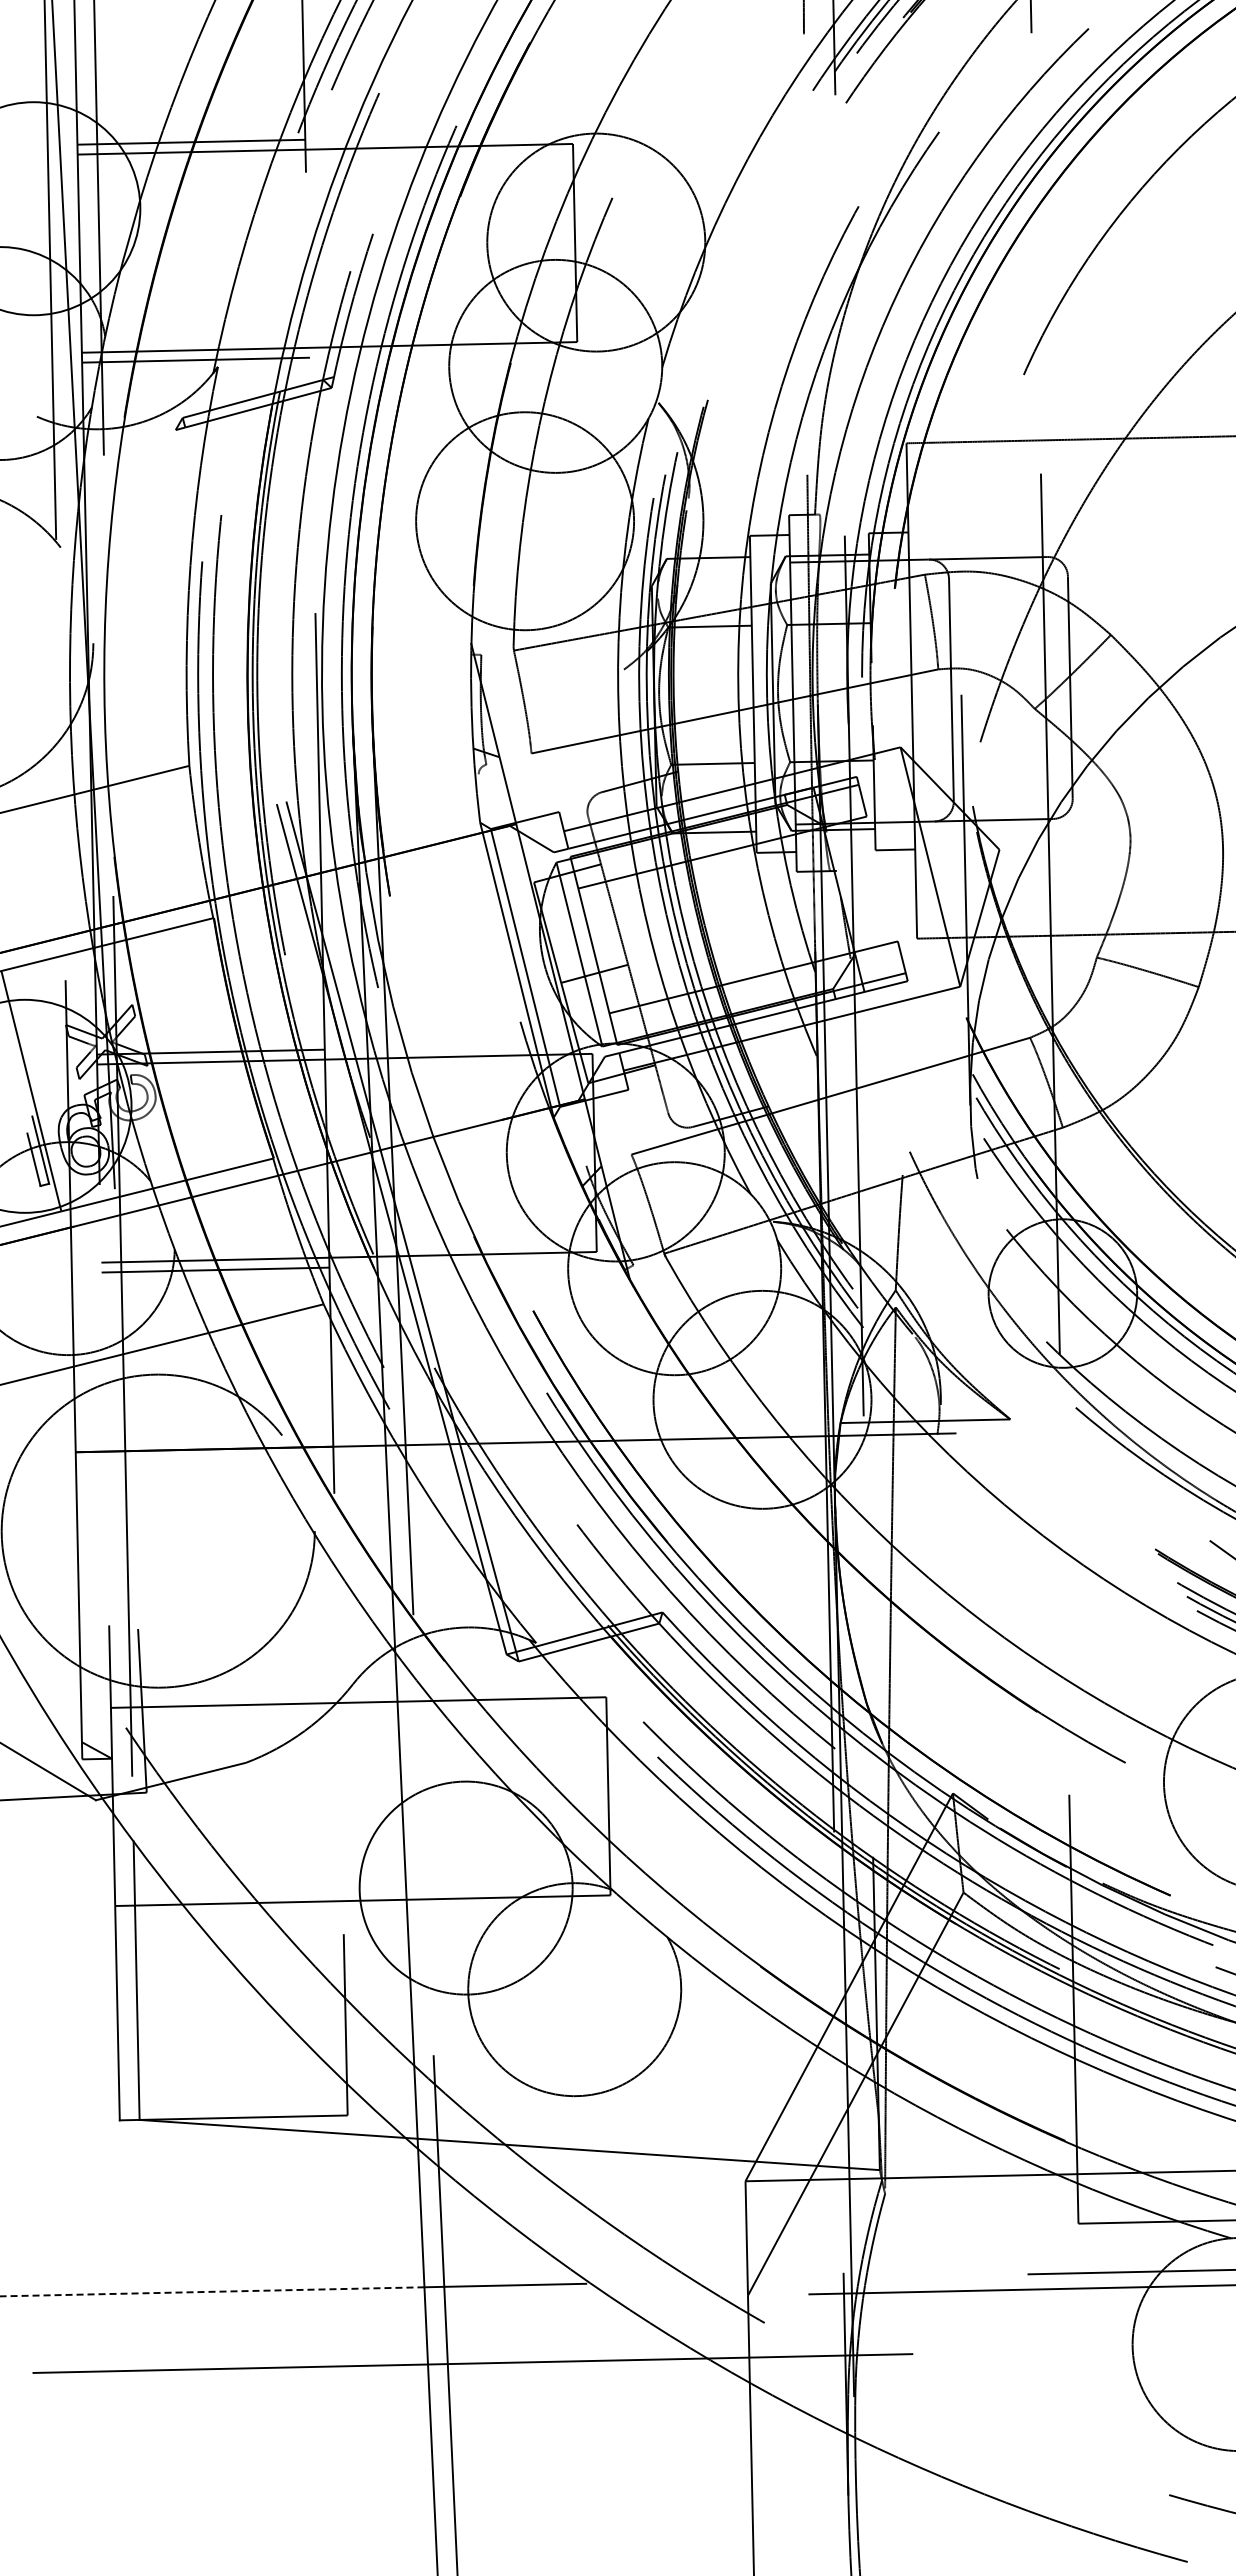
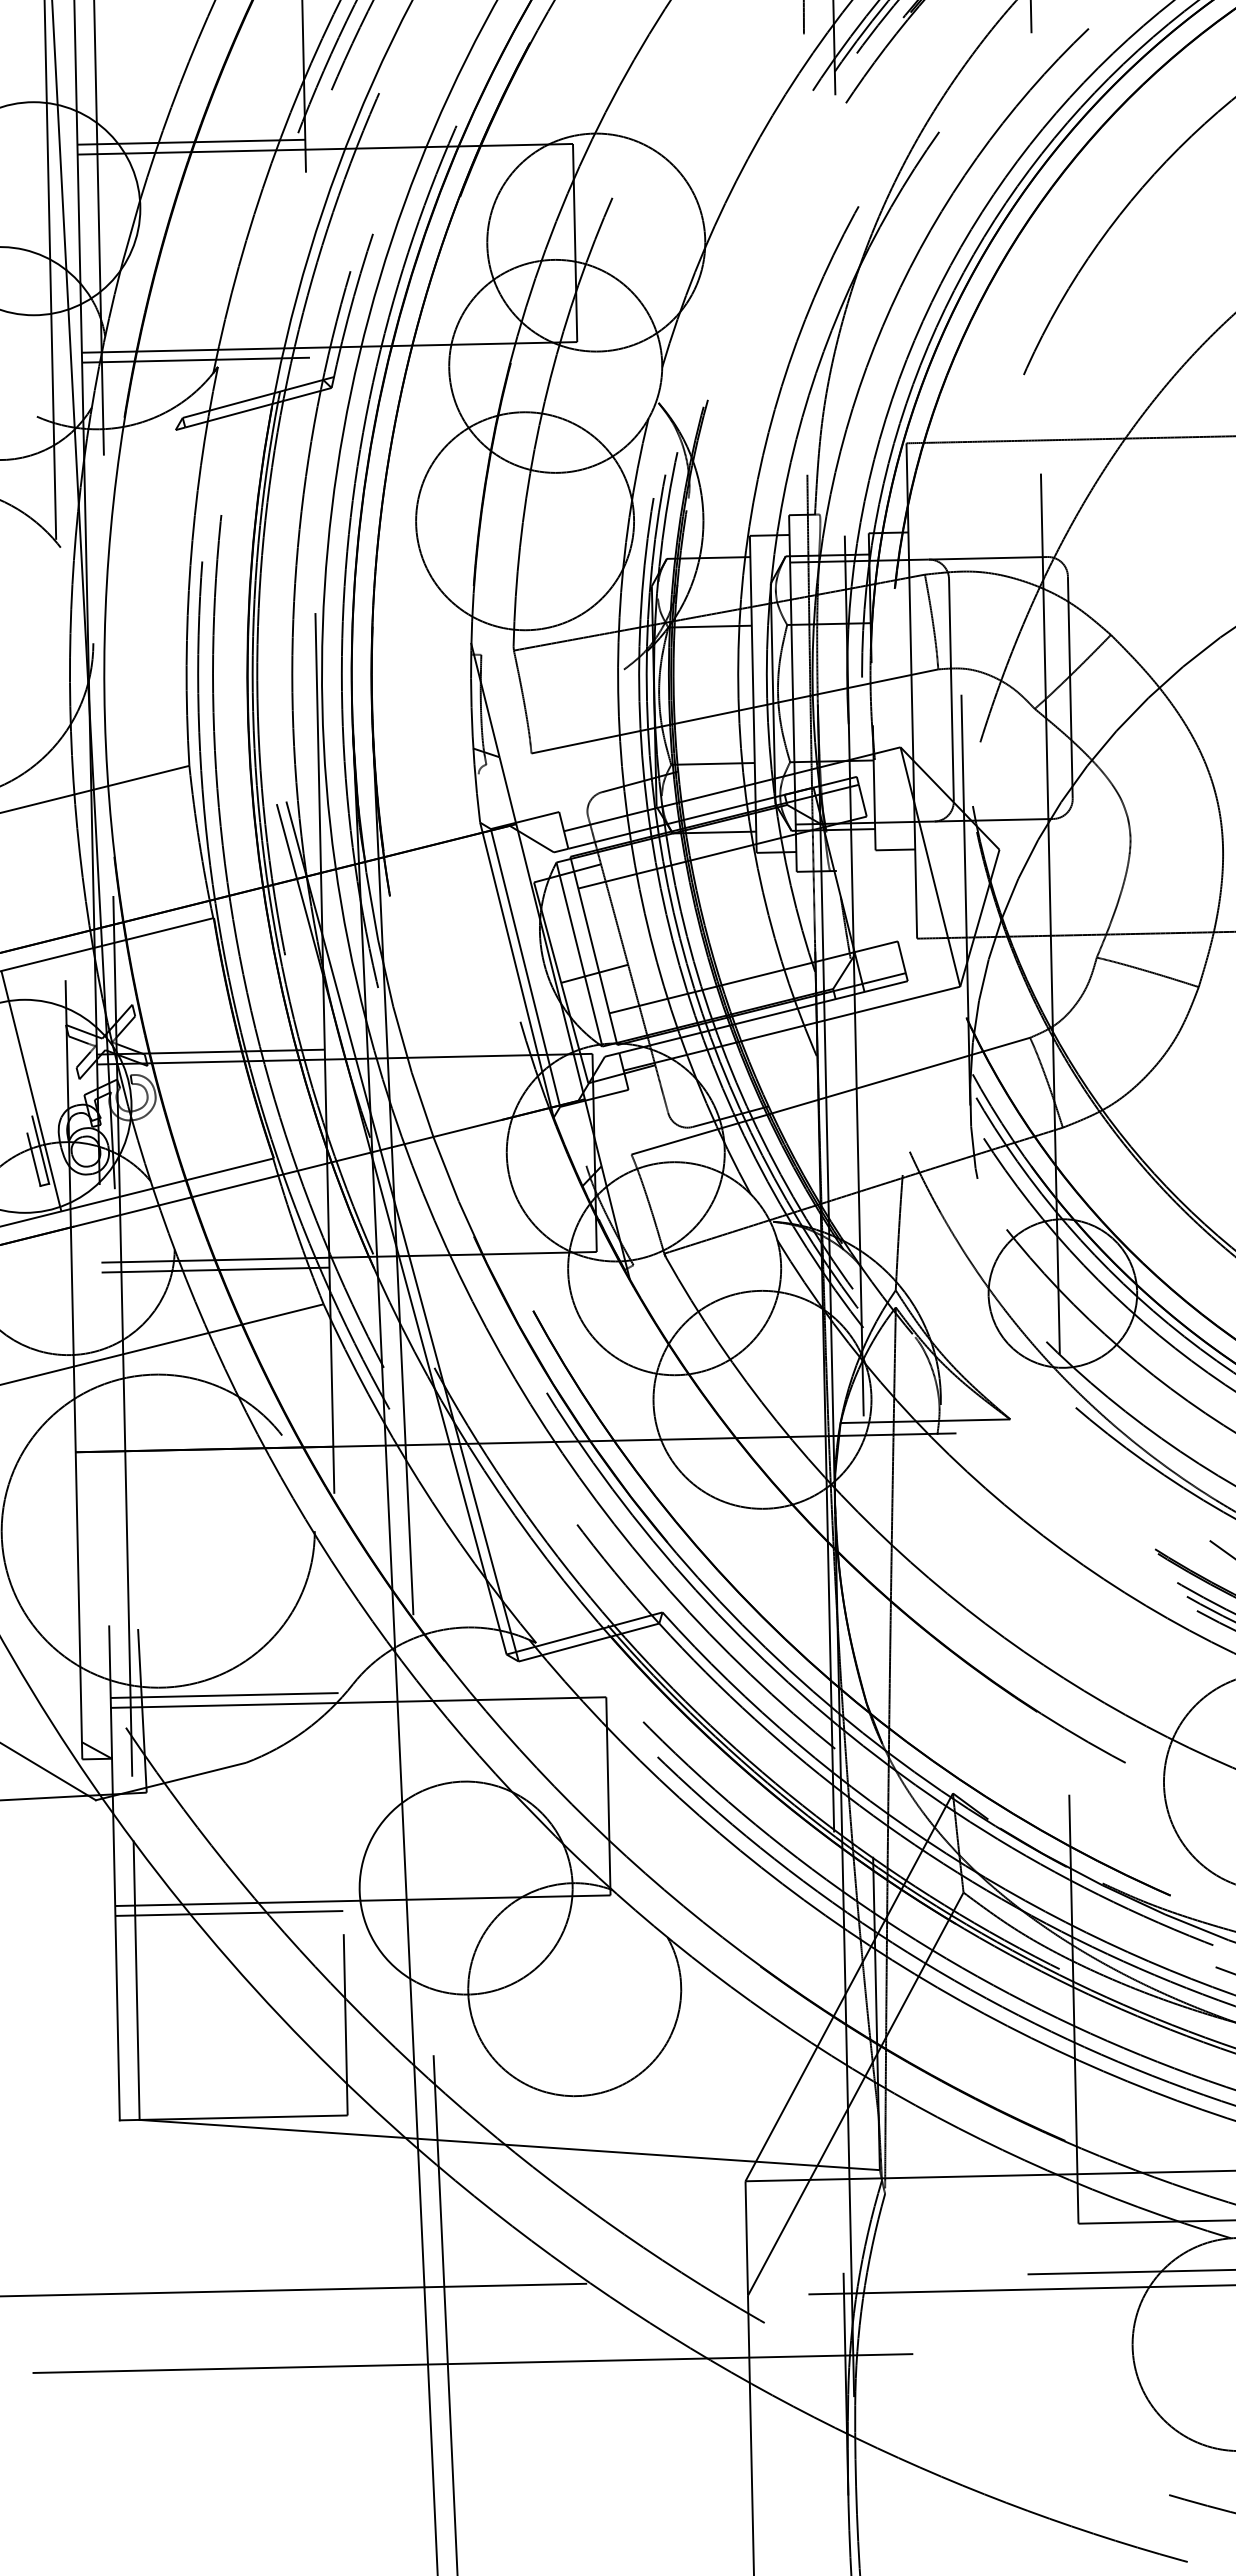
line at (224, 1695): none -> present
line at (229, 1913): none -> present
line at (212, 2291): dashed -> solid
